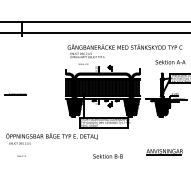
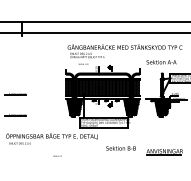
text at (170, 62) position: (170, 62) -> (161, 62)
line at (15, 115): none -> present
text at (21, 155) position: (21, 155) -> (57, 155)
text at (107, 156) position: (107, 156) -> (120, 148)
